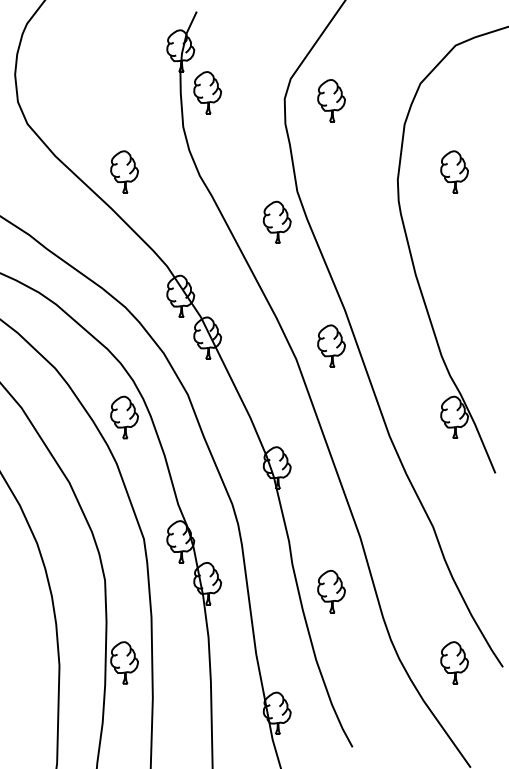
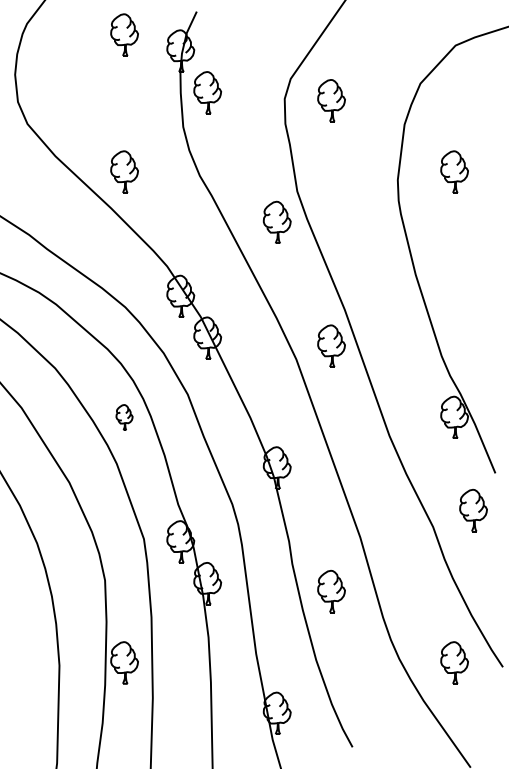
part at (124, 34): none -> present
part at (124, 417) size: 29x45 px -> 19x27 px
part at (473, 510): none -> present
